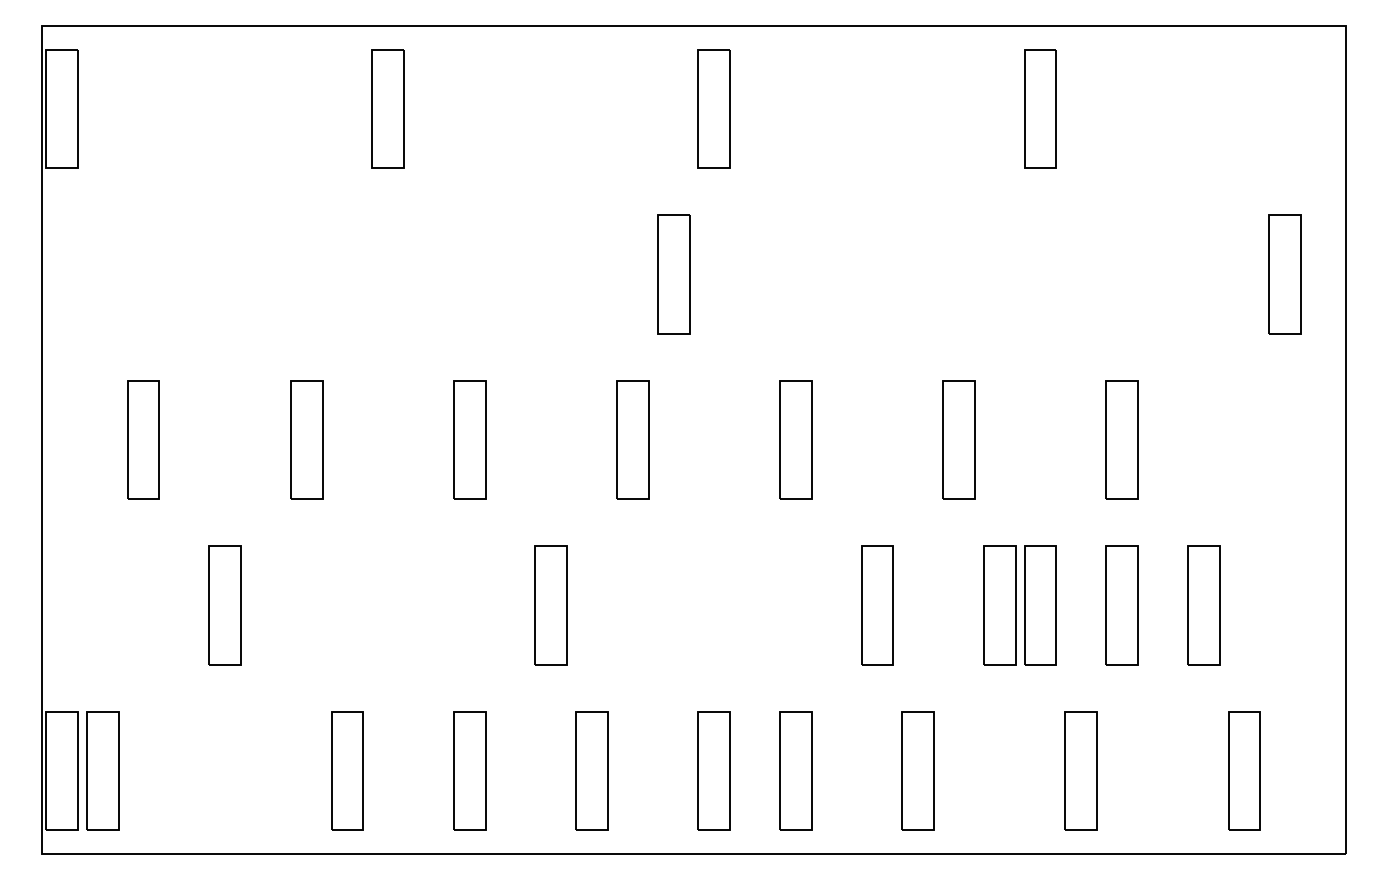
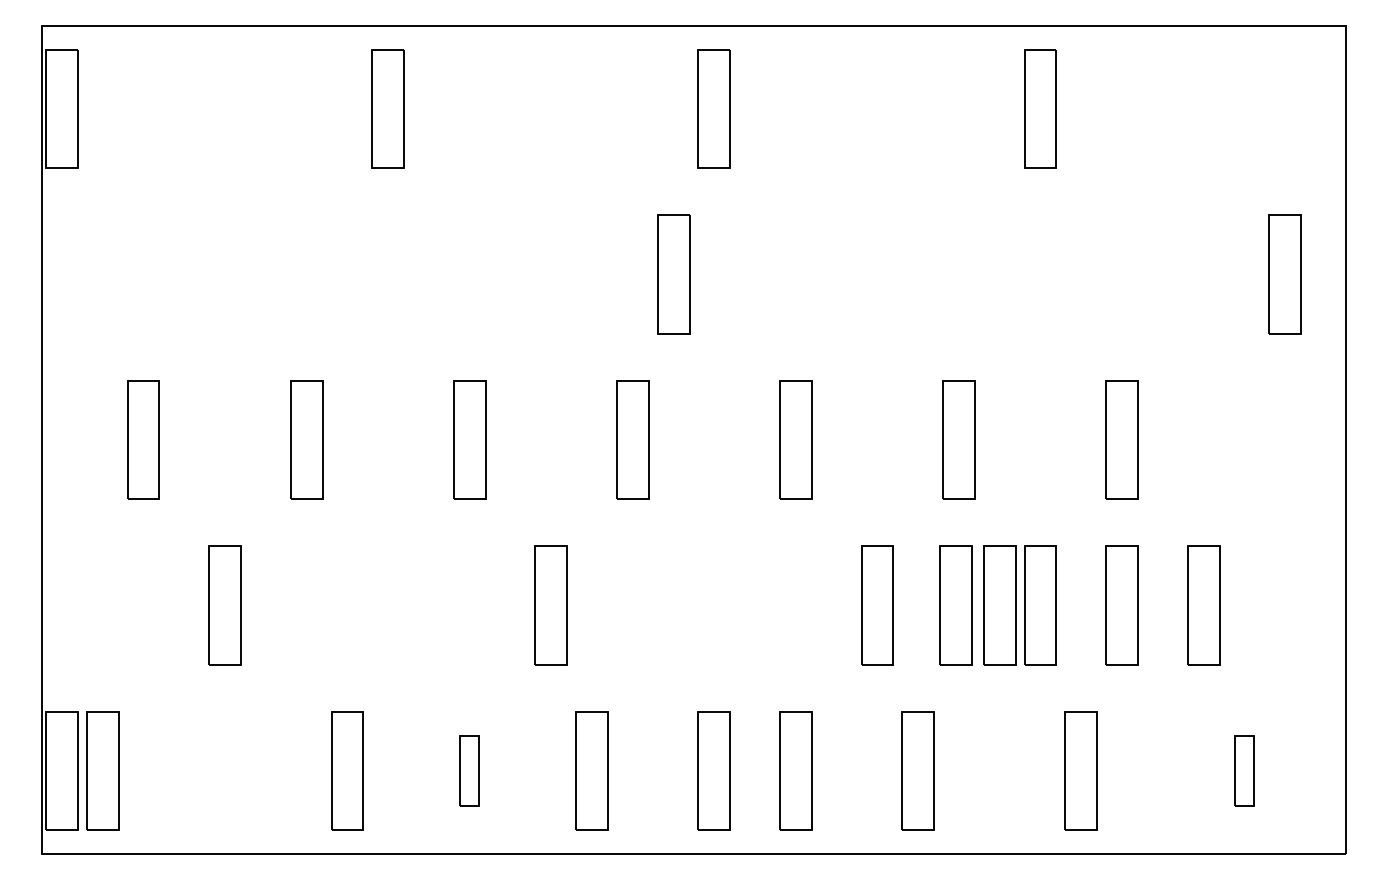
part at (955, 605): none -> present
part at (469, 770) size: 34x120 px -> 21x72 px
part at (1244, 770) size: 33x120 px -> 21x72 px
